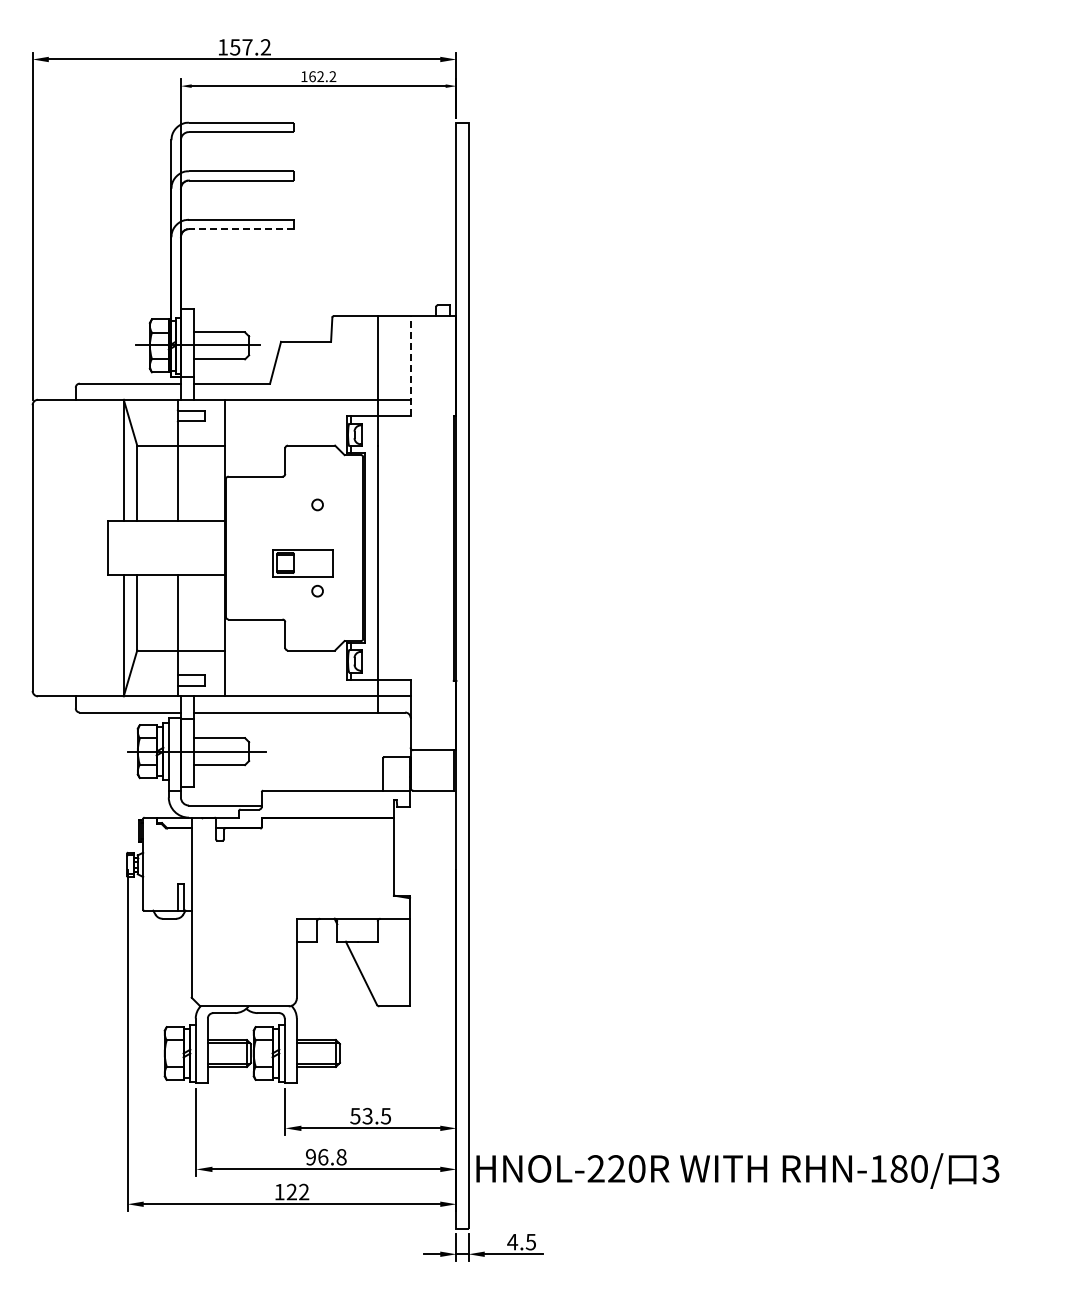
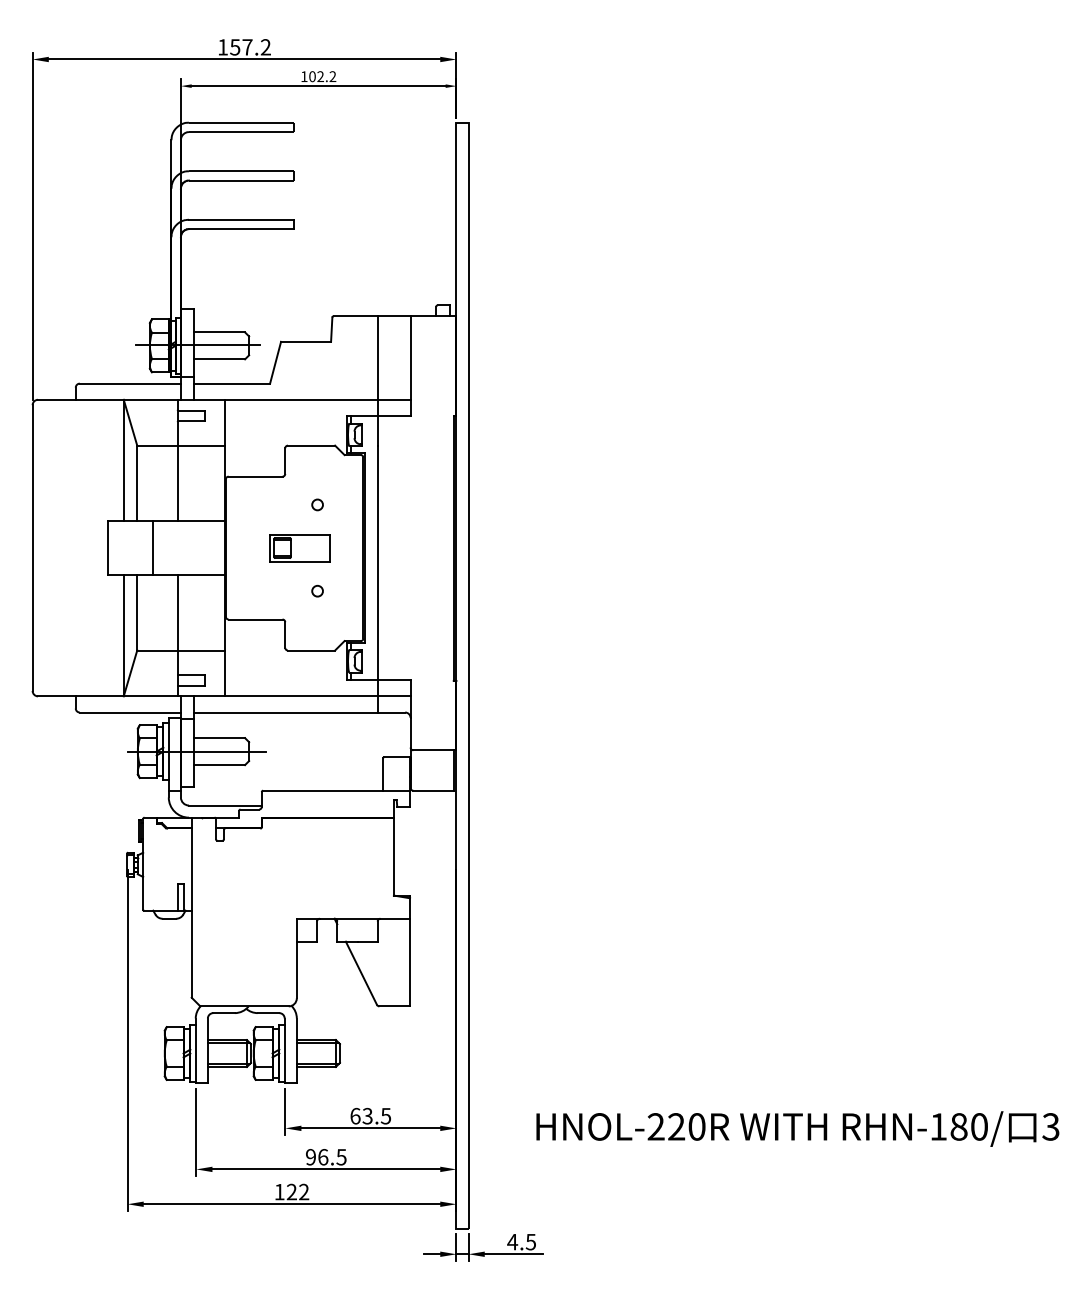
text at (312, 76): 162.2 -> 102.2
line at (241, 229): dashed -> solid
line at (410, 366): dashed -> solid
line at (153, 548): none -> present
part at (302, 563) position: (302, 563) -> (299, 548)
text at (355, 1115): 53.5 -> 63.5
text at (341, 1157): 96.8 -> 96.5
text at (737, 1170) position: (737, 1170) -> (797, 1128)
